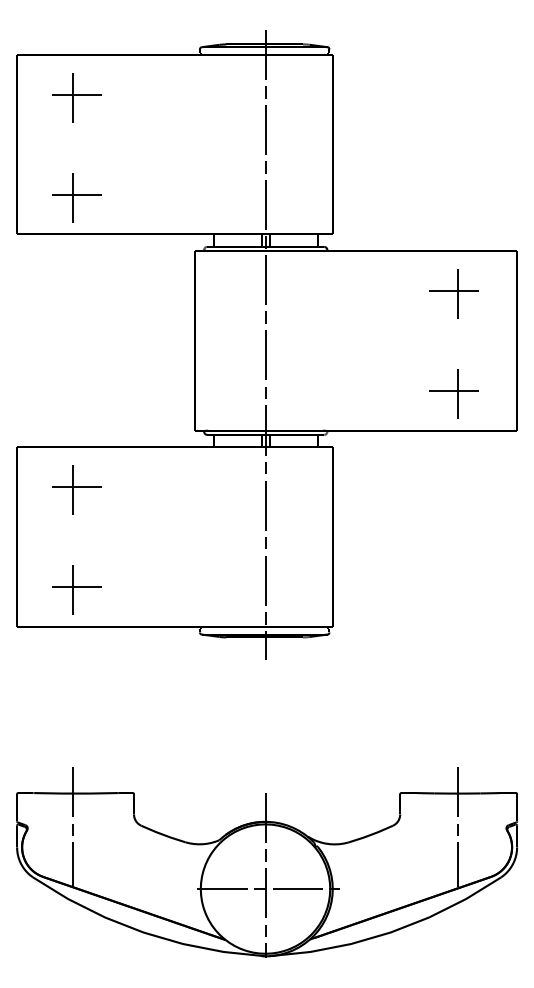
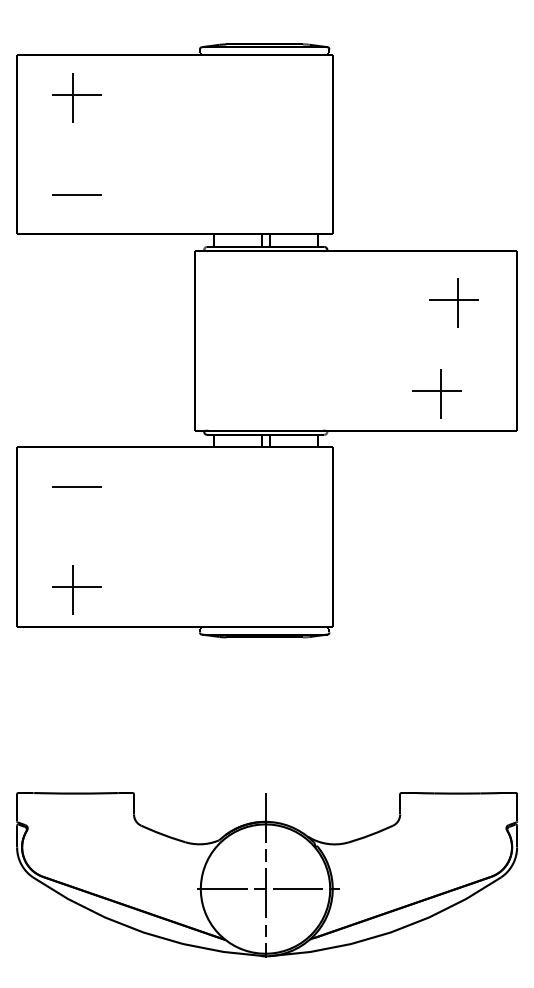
line at (73, 194): present -> none
part at (453, 293) position: (453, 293) -> (453, 302)
line at (265, 344): present -> none
part at (453, 393) position: (453, 393) -> (436, 393)
line at (73, 486): present -> none
line at (73, 827): present -> none
line at (457, 827): present -> none
